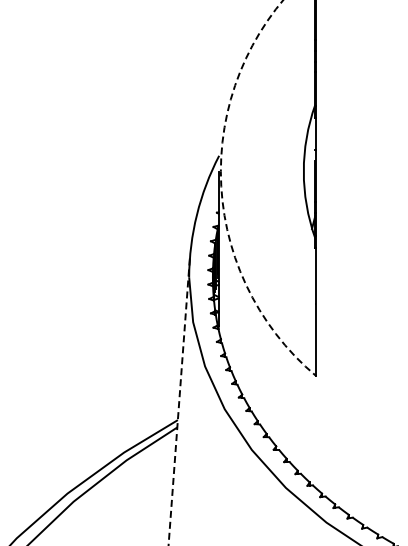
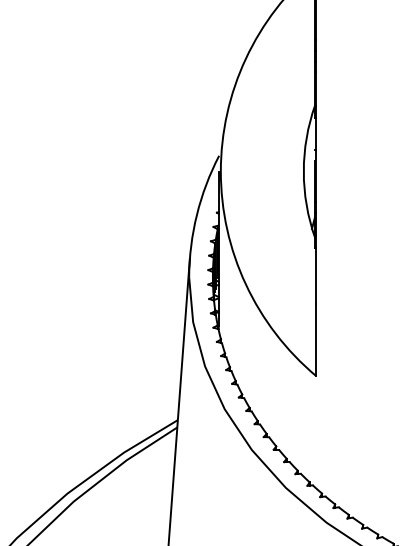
arc at (221, 195): dashed -> solid
line at (179, 401): dashed -> solid
